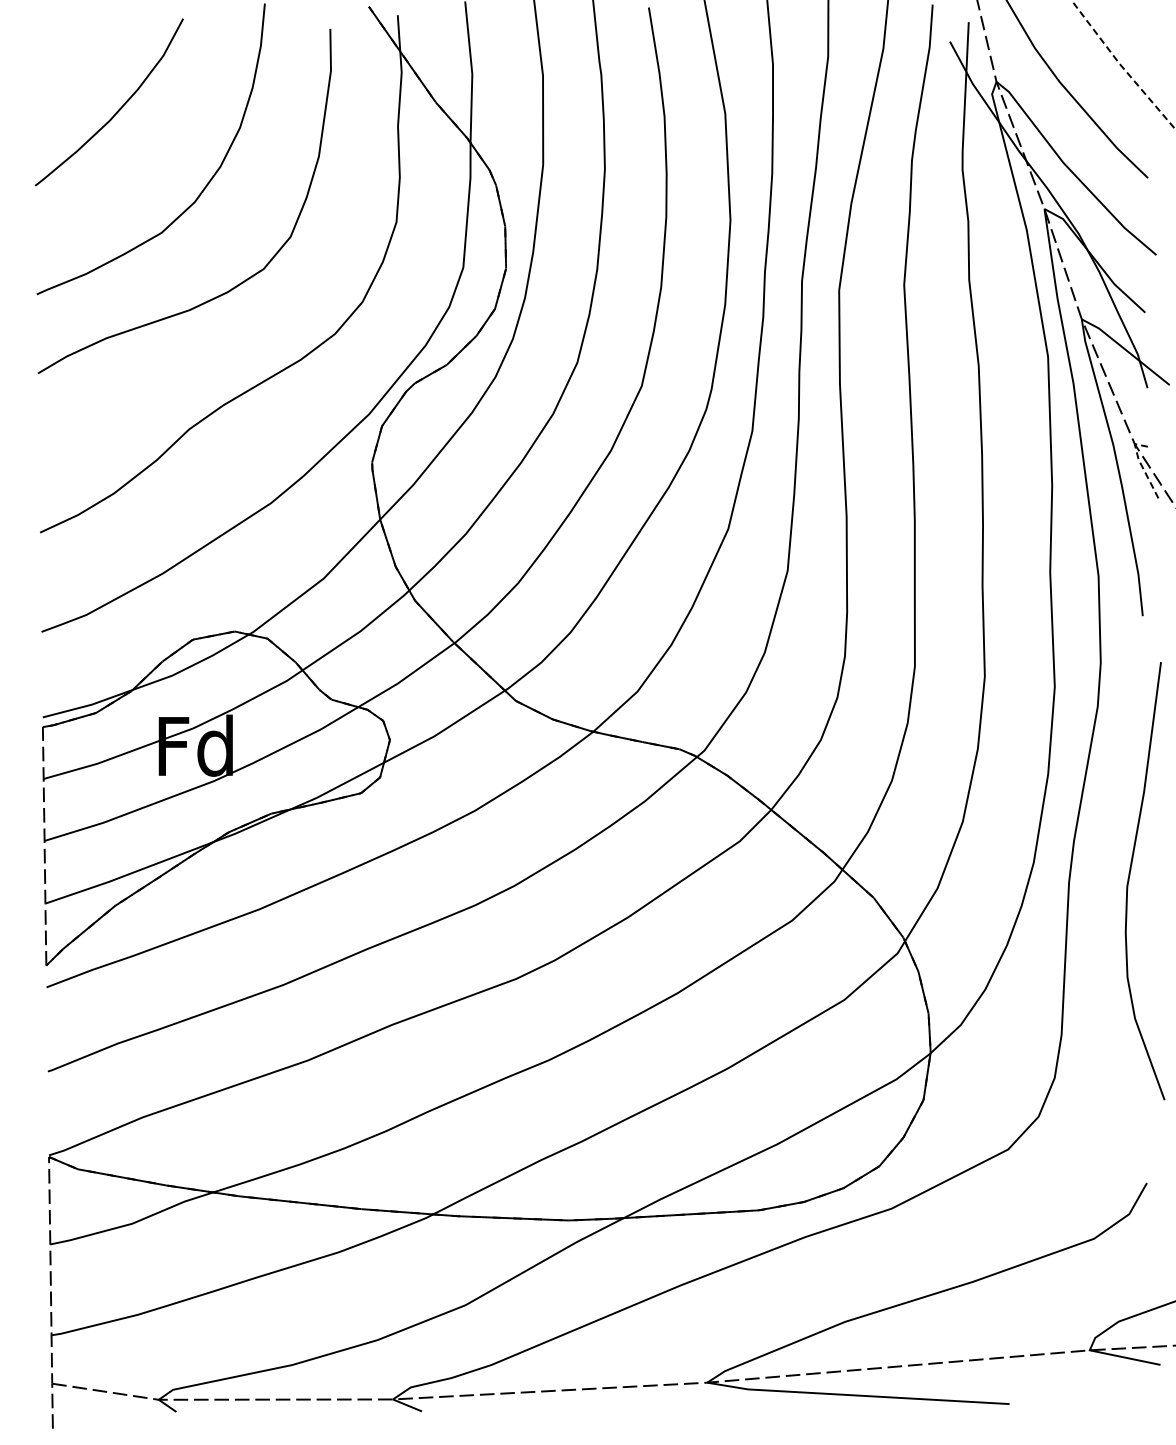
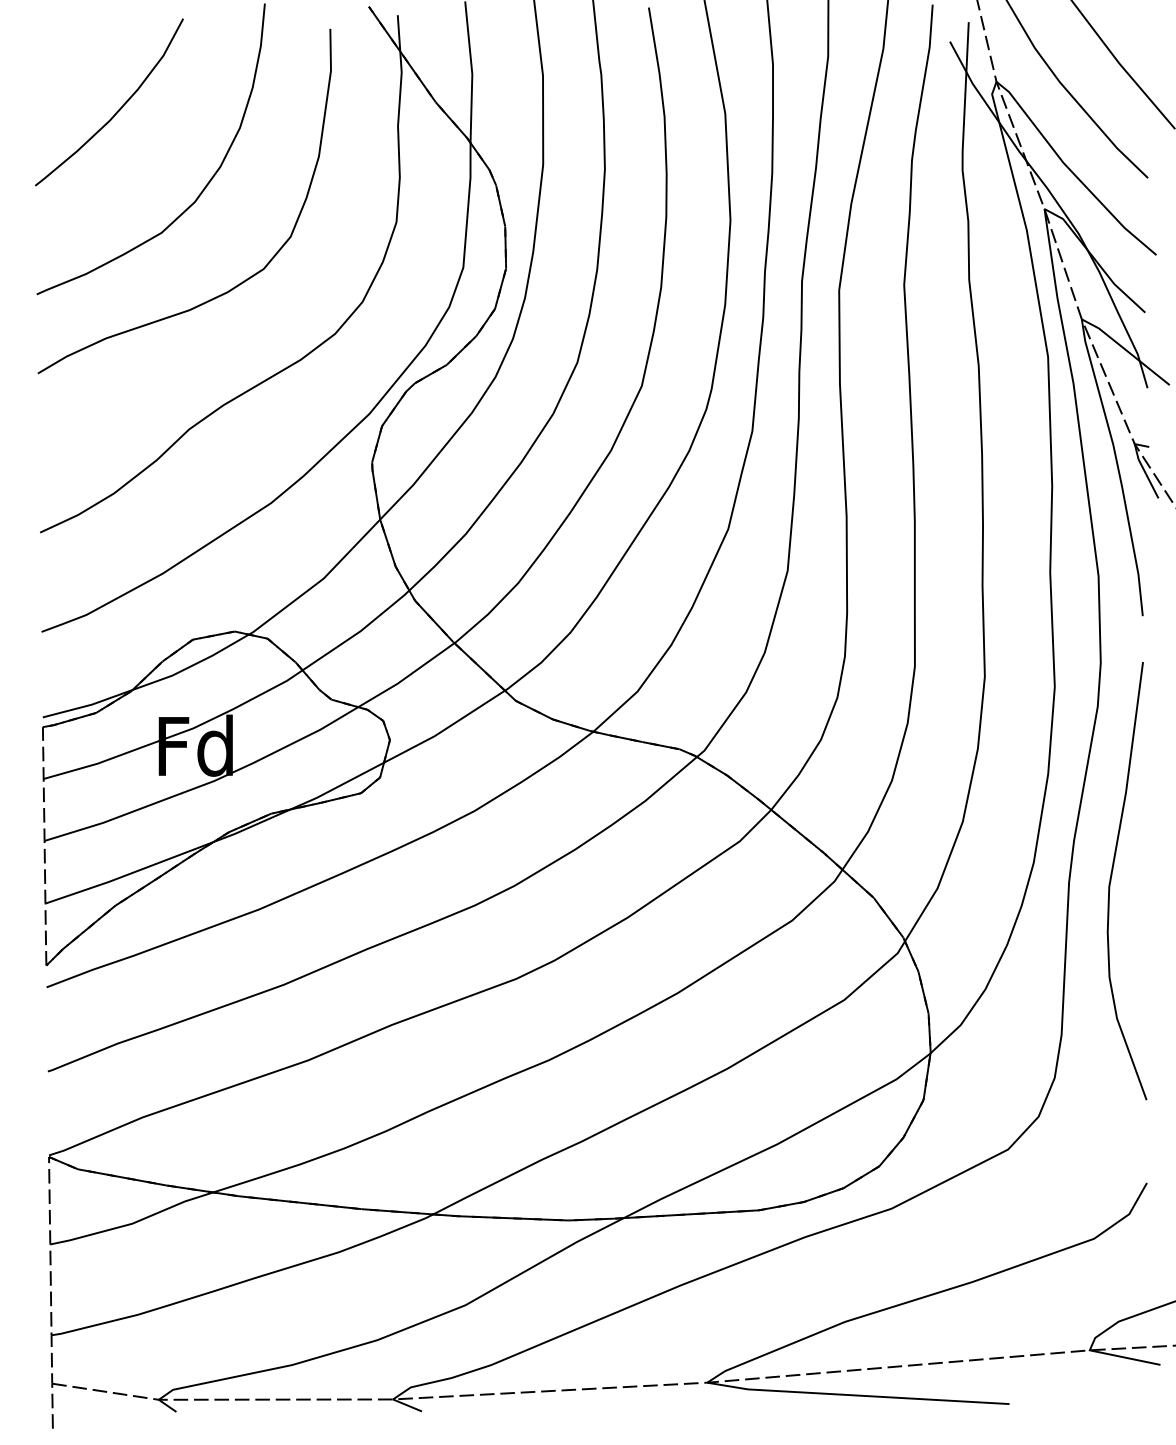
line at (1121, 65): dashed -> solid
line at (1140, 463): dashed -> solid
curve at (1129, 881) position: (1129, 881) -> (1111, 881)
